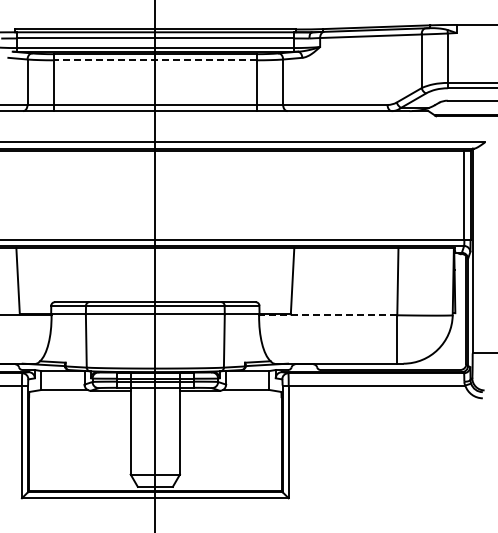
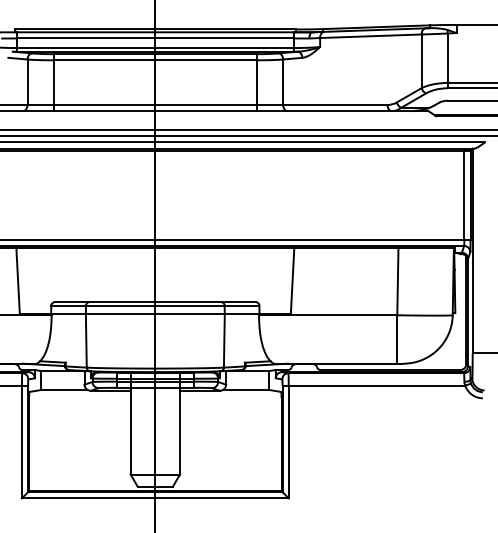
line at (155, 60): dashed -> solid
line at (248, 129): none -> present
line at (248, 135): none -> present
line at (327, 315): dashed -> solid
